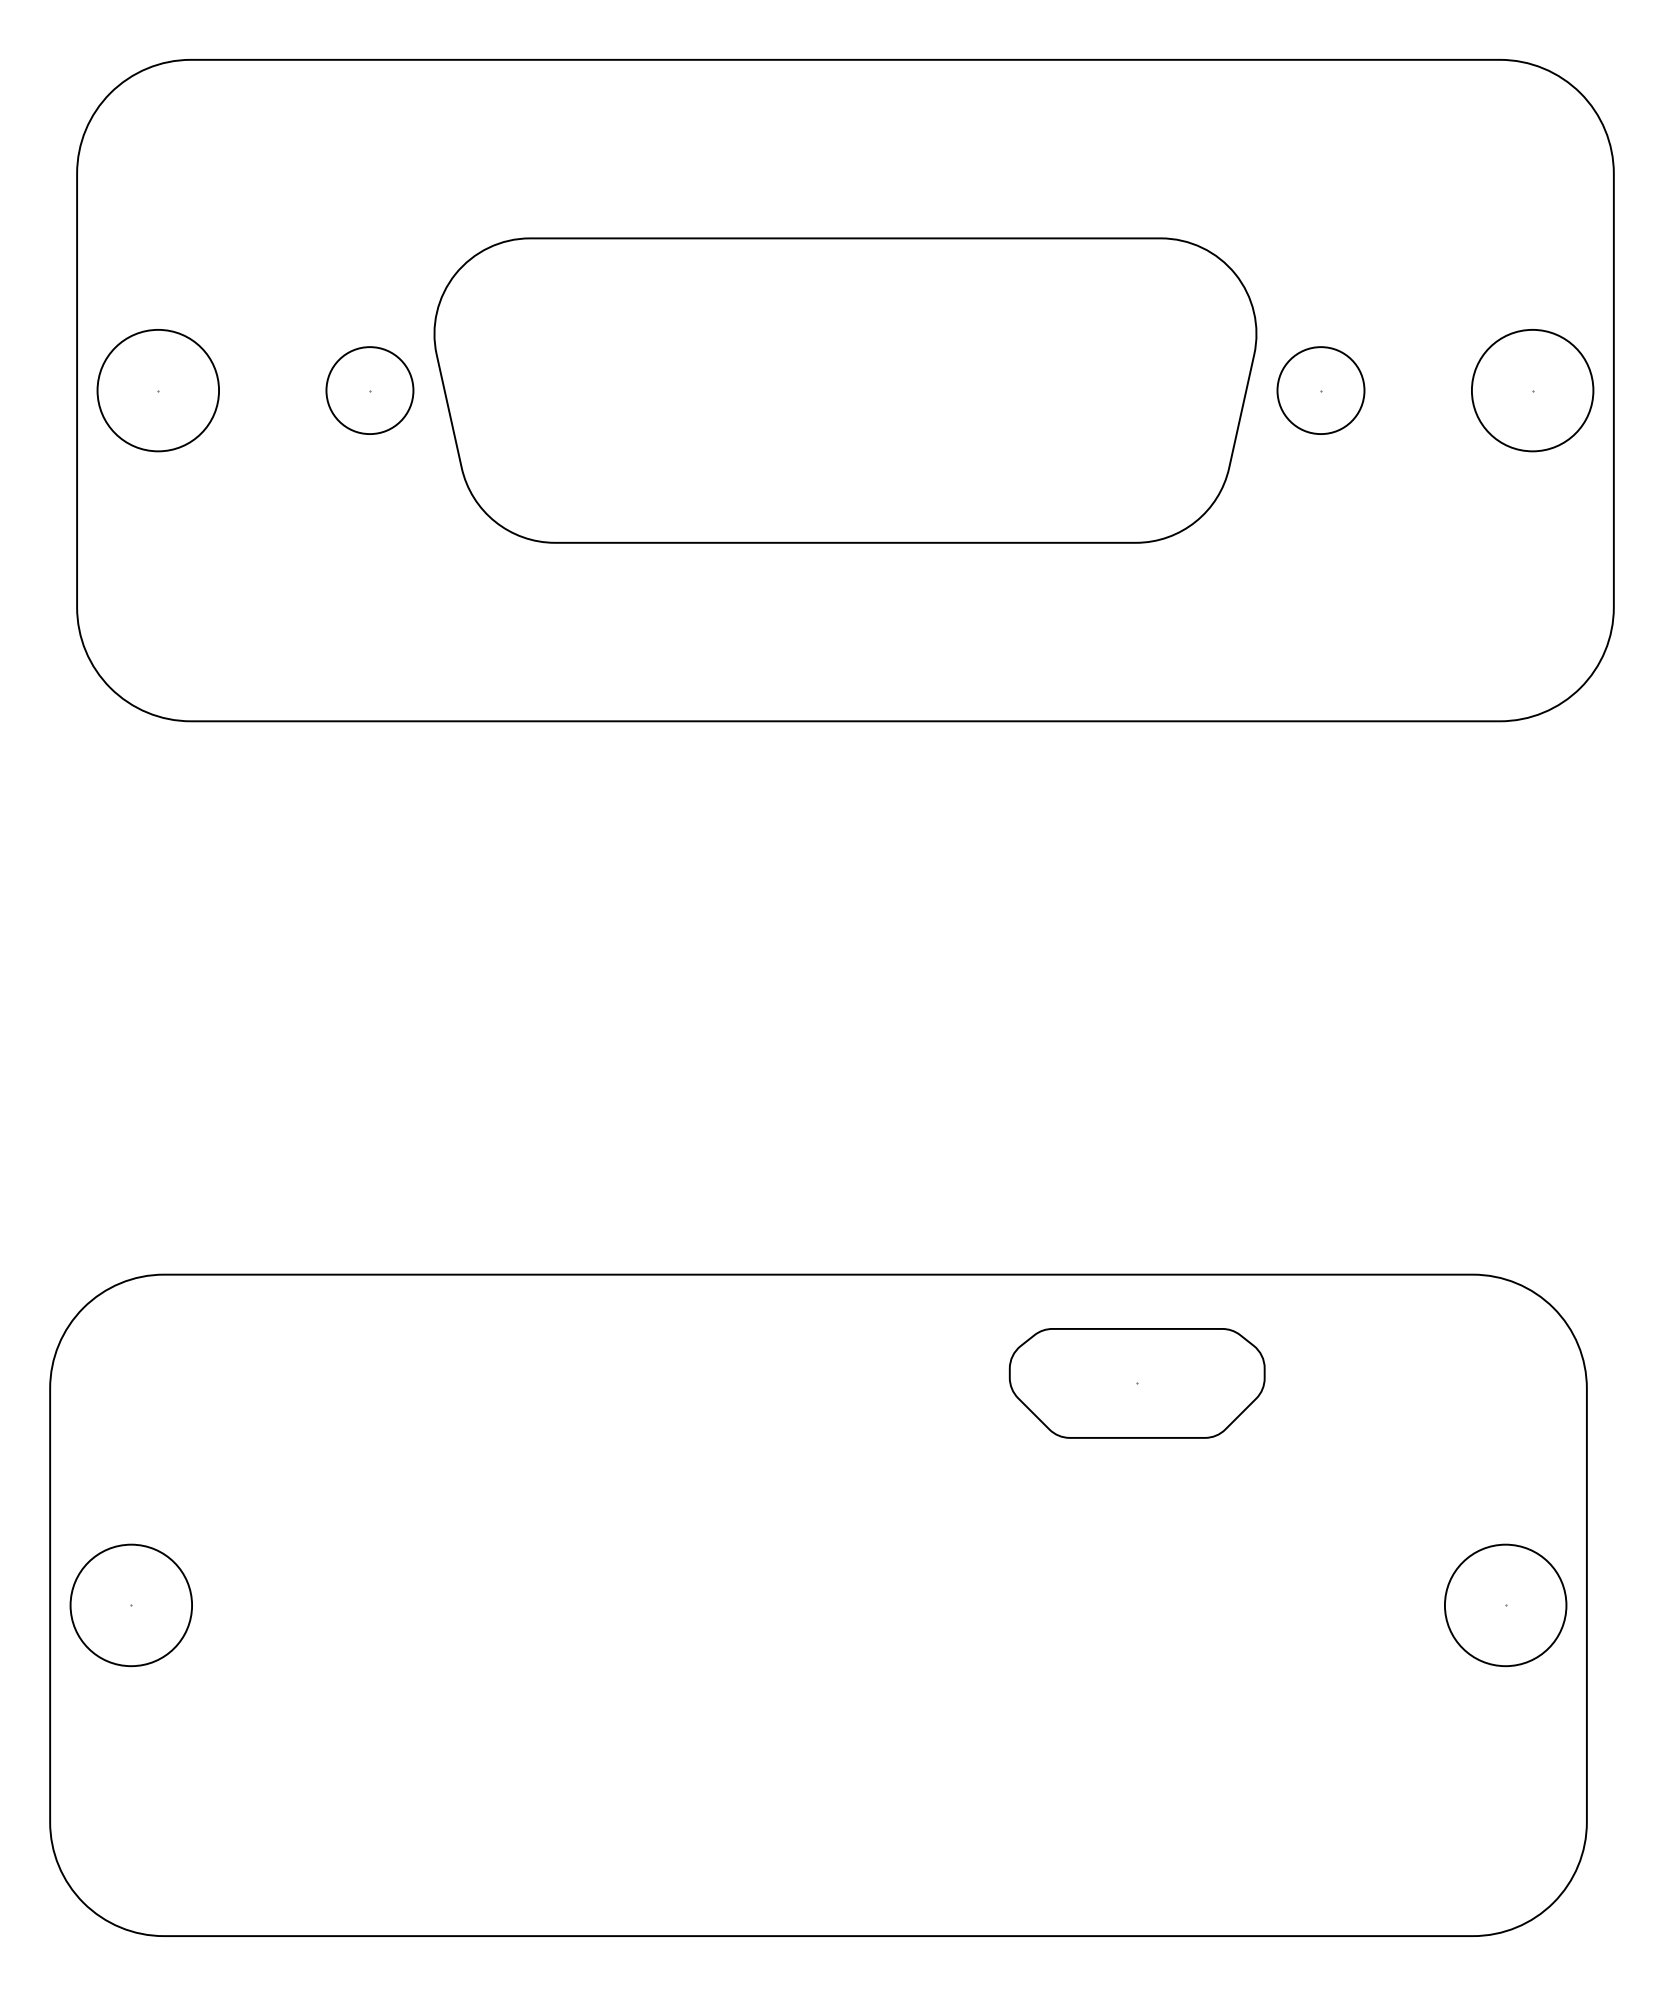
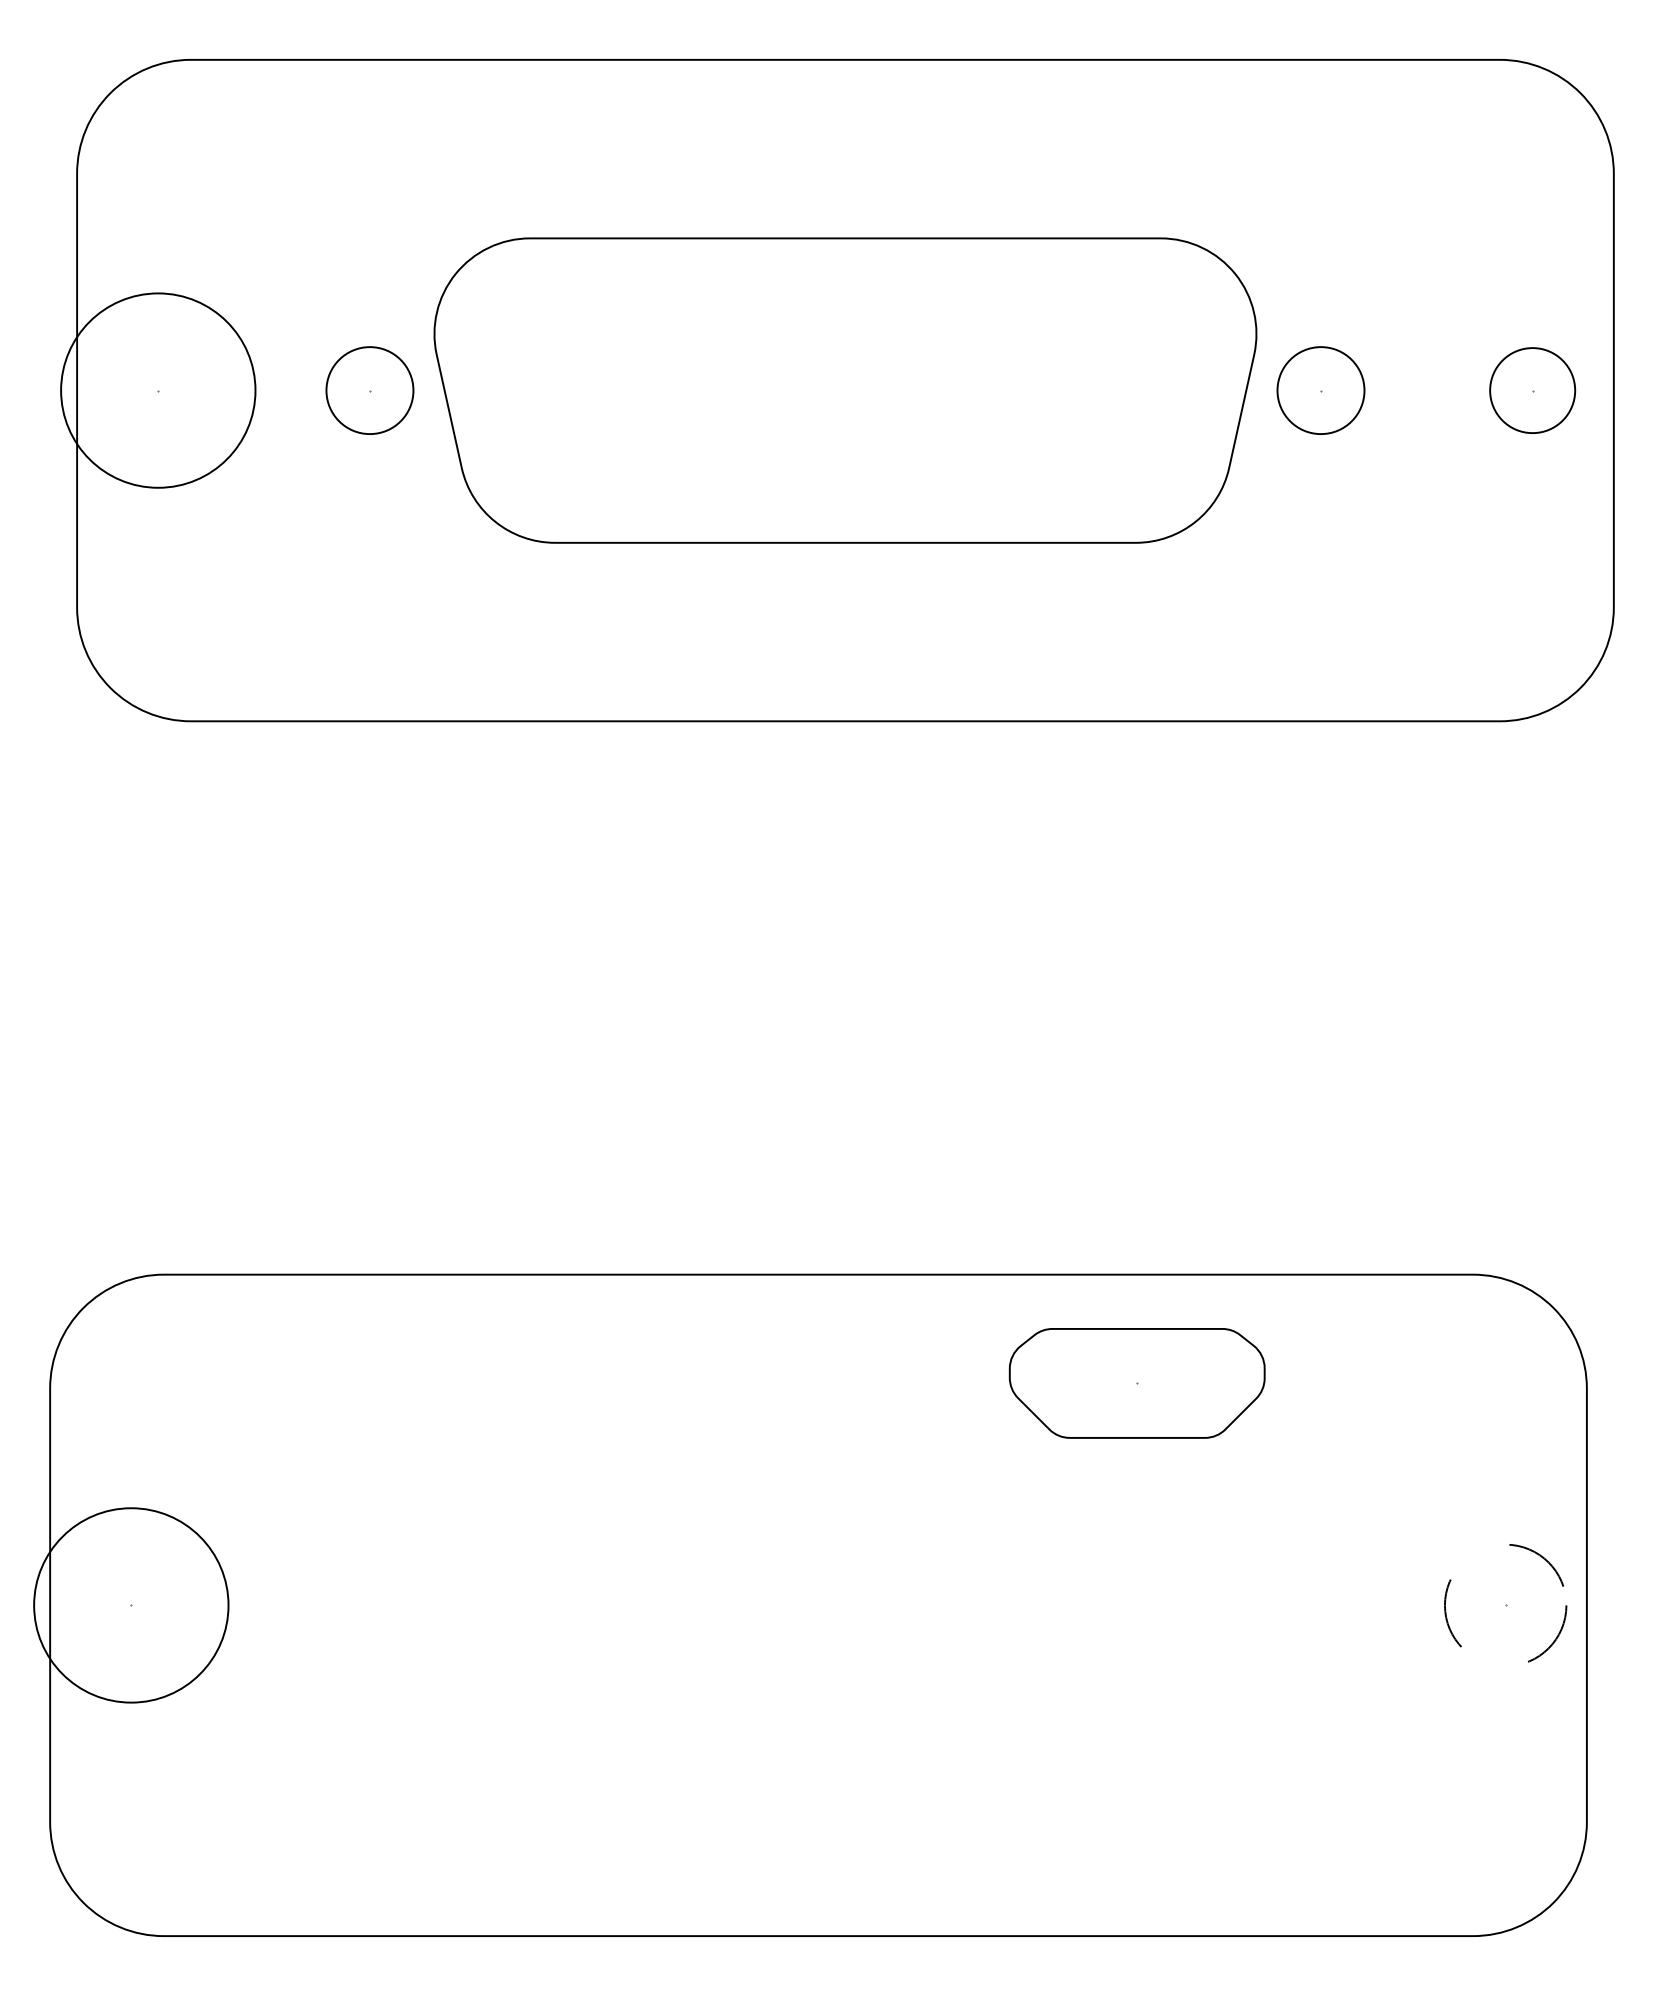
circle at (158, 390) diameter: 121 px -> 194 px
circle at (1532, 390) diameter: 121 px -> 85 px
circle at (131, 1605) diameter: 121 px -> 194 px
circle at (1505, 1605): solid -> dashed
